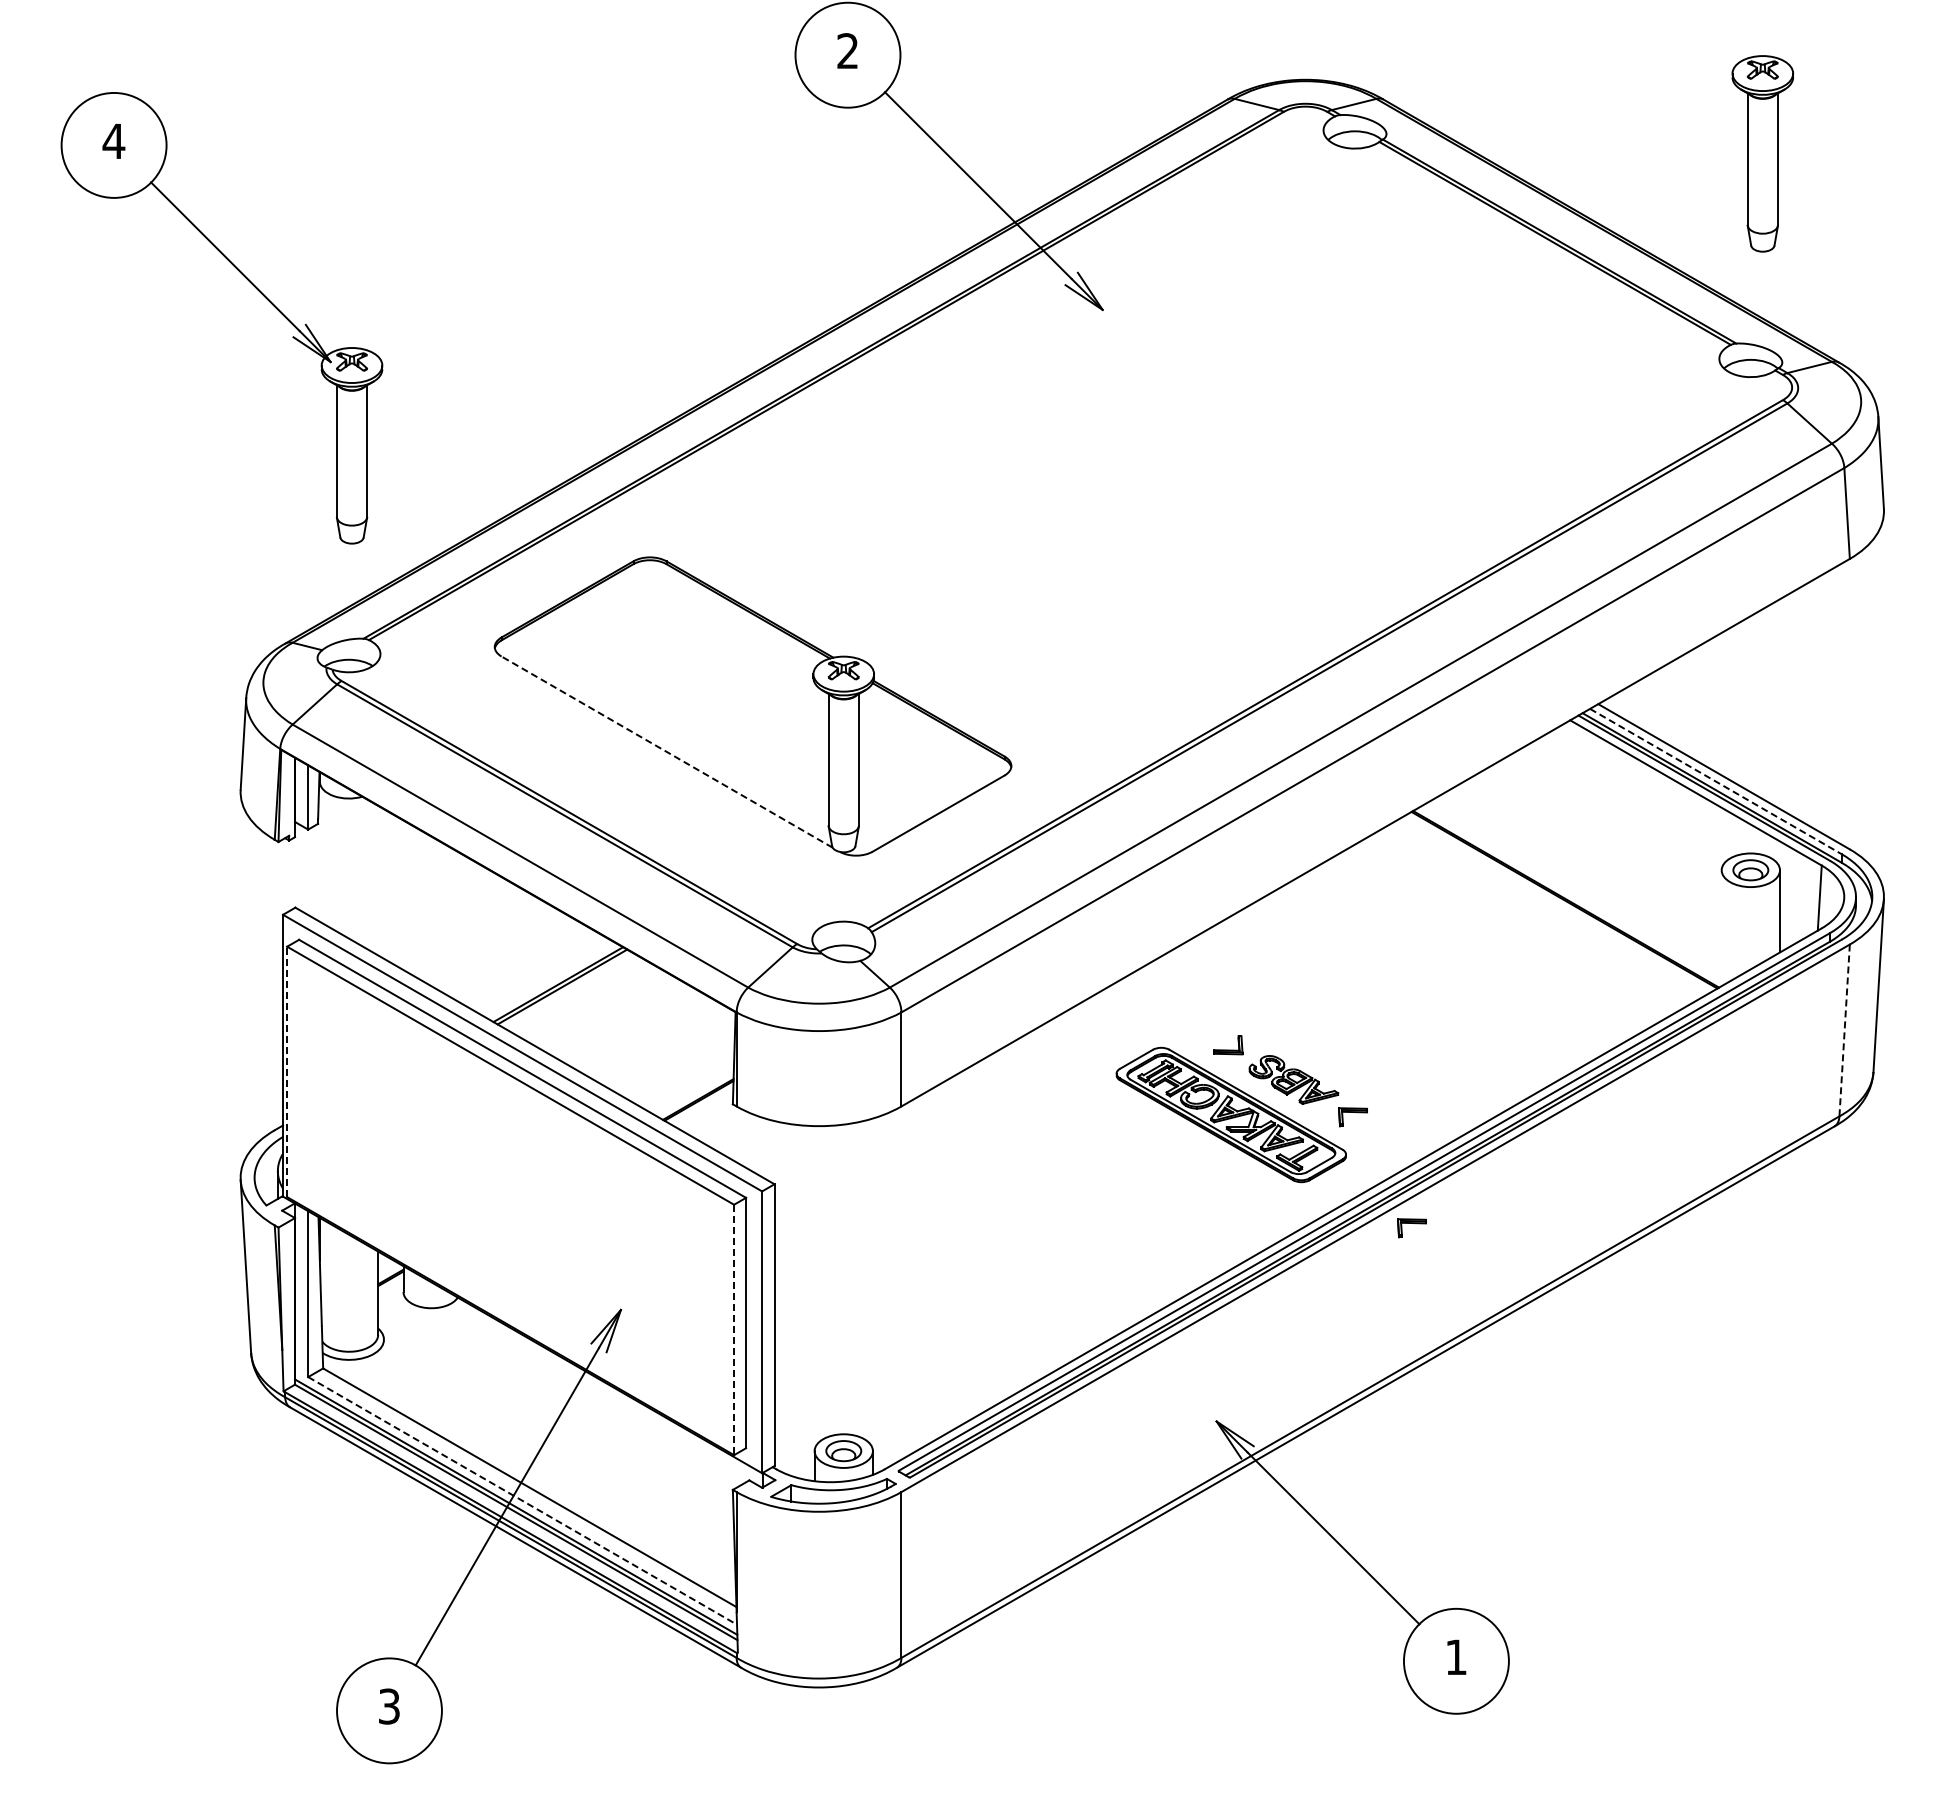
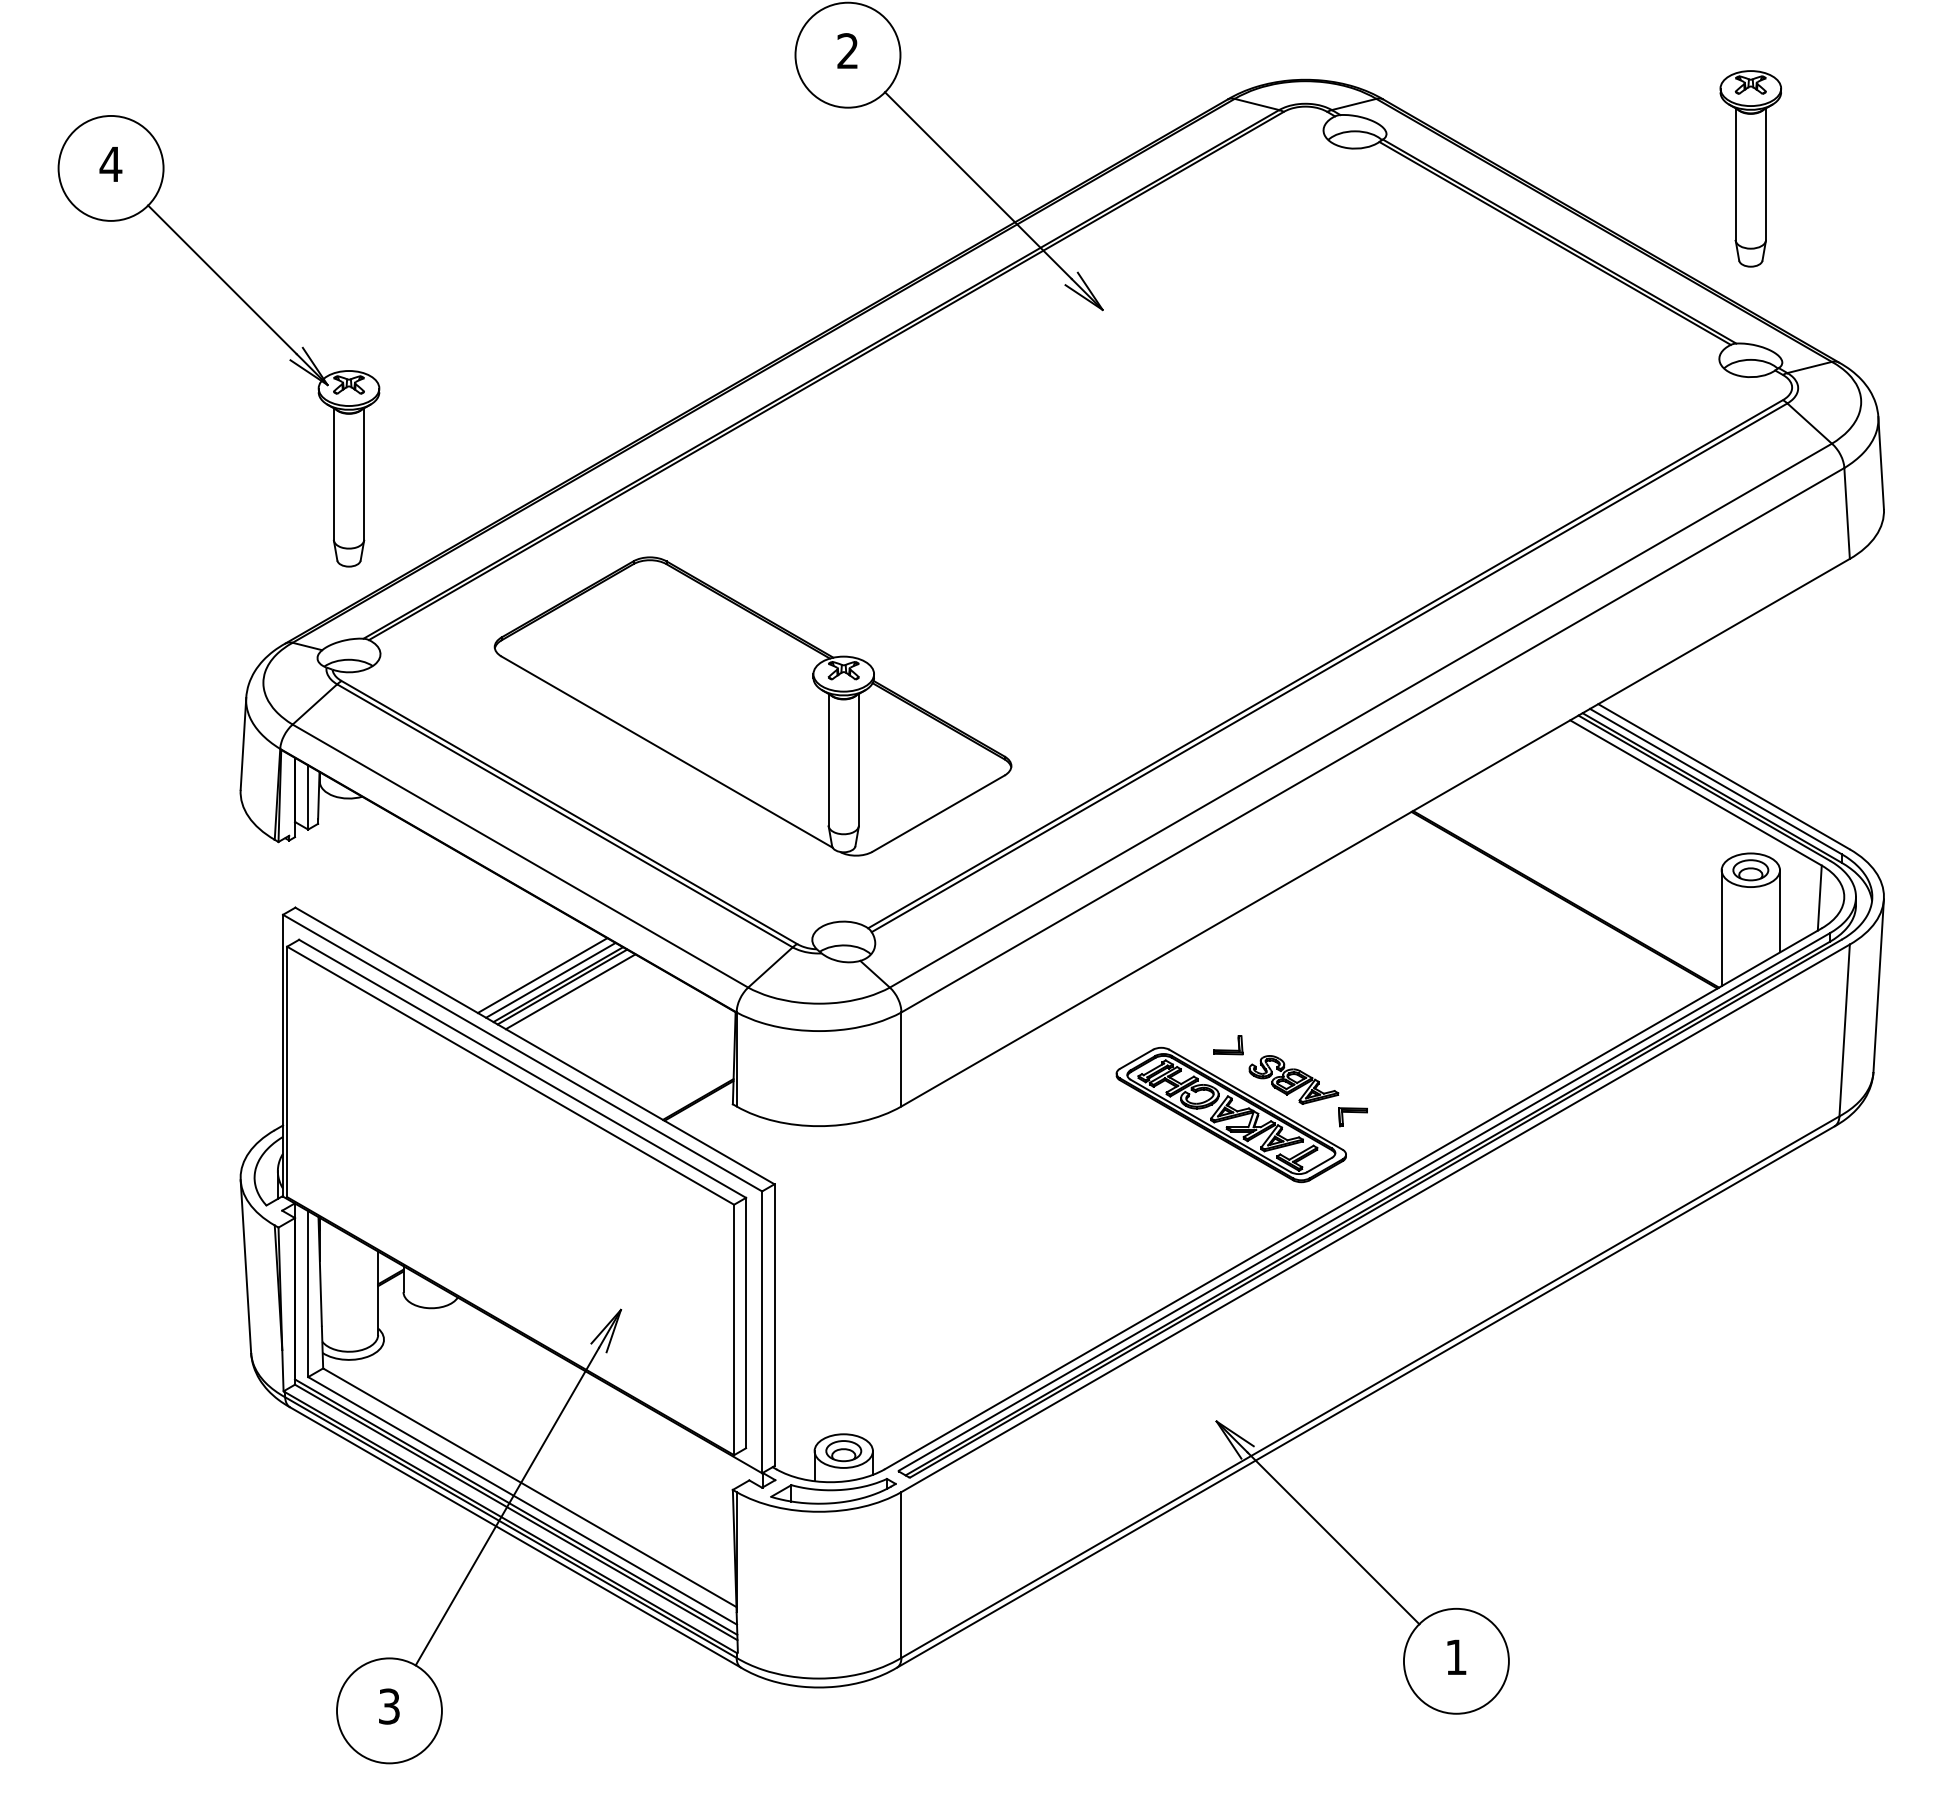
part at (1762, 153) position: (1762, 153) -> (1750, 168)
part at (253, 286) position: (253, 286) -> (250, 309)
line at (666, 751): dashed -> solid
line at (1716, 781): dashed -> solid
line at (1721, 928): none -> present
line at (542, 975): none -> present
line at (550, 979): none -> present
line at (570, 991): none -> present
line at (1844, 1030): dashed -> solid
line at (287, 1071): dashed -> solid
part at (1411, 1228): present -> none
line at (734, 1330): dashed -> solid
line at (522, 1500): dashed -> solid
